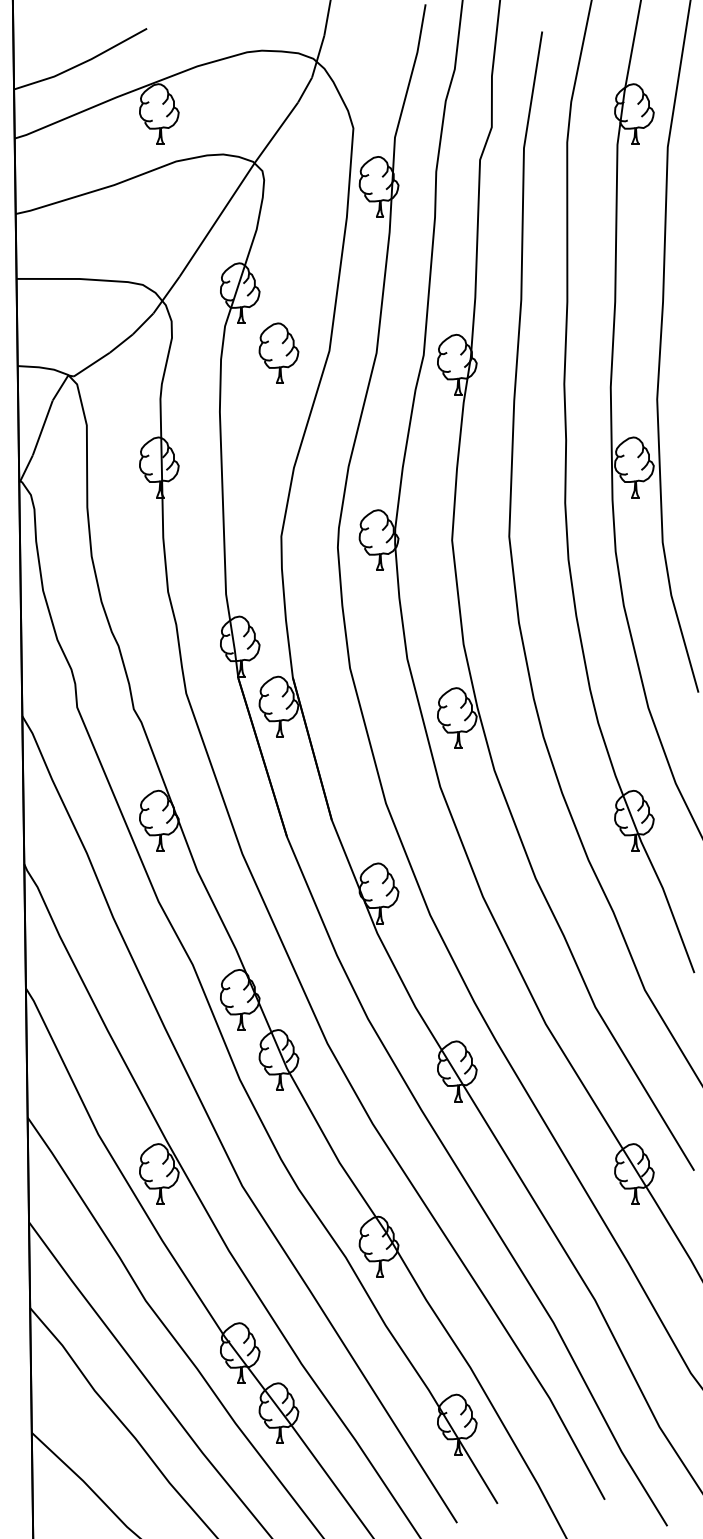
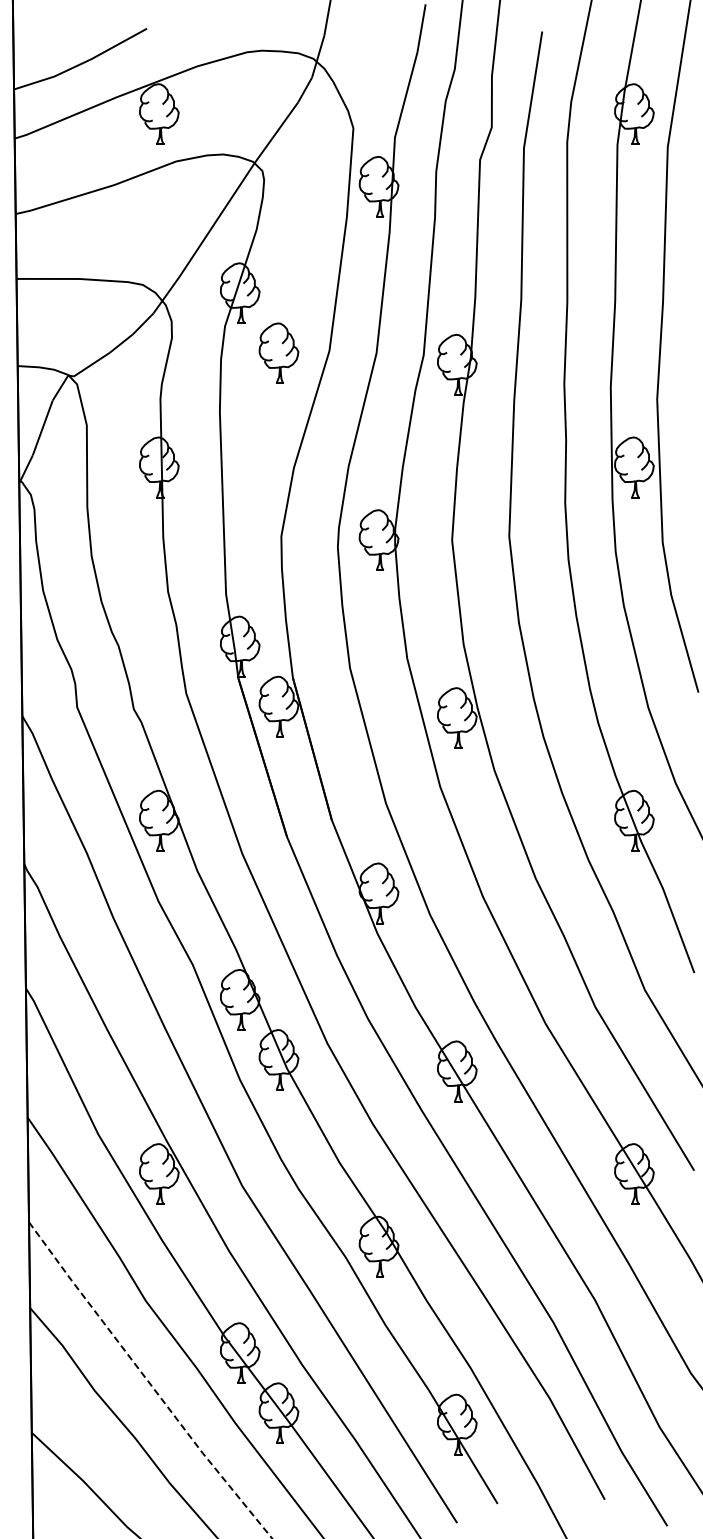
line at (149, 1382): solid -> dashed
